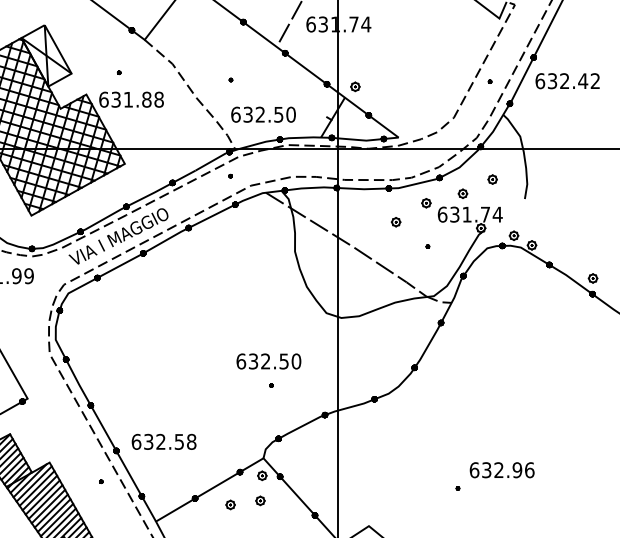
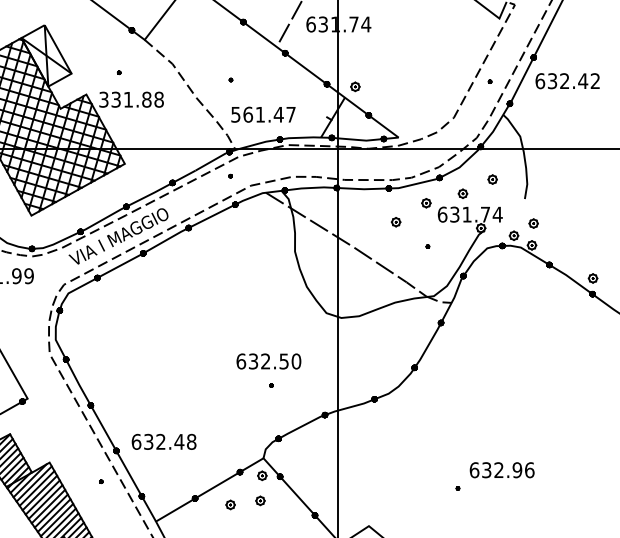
text at (103, 99): 631.88 -> 331.88
text at (263, 114): 632.50 -> 561.47
part at (533, 223): none -> present
text at (179, 441): 632.58 -> 632.48
